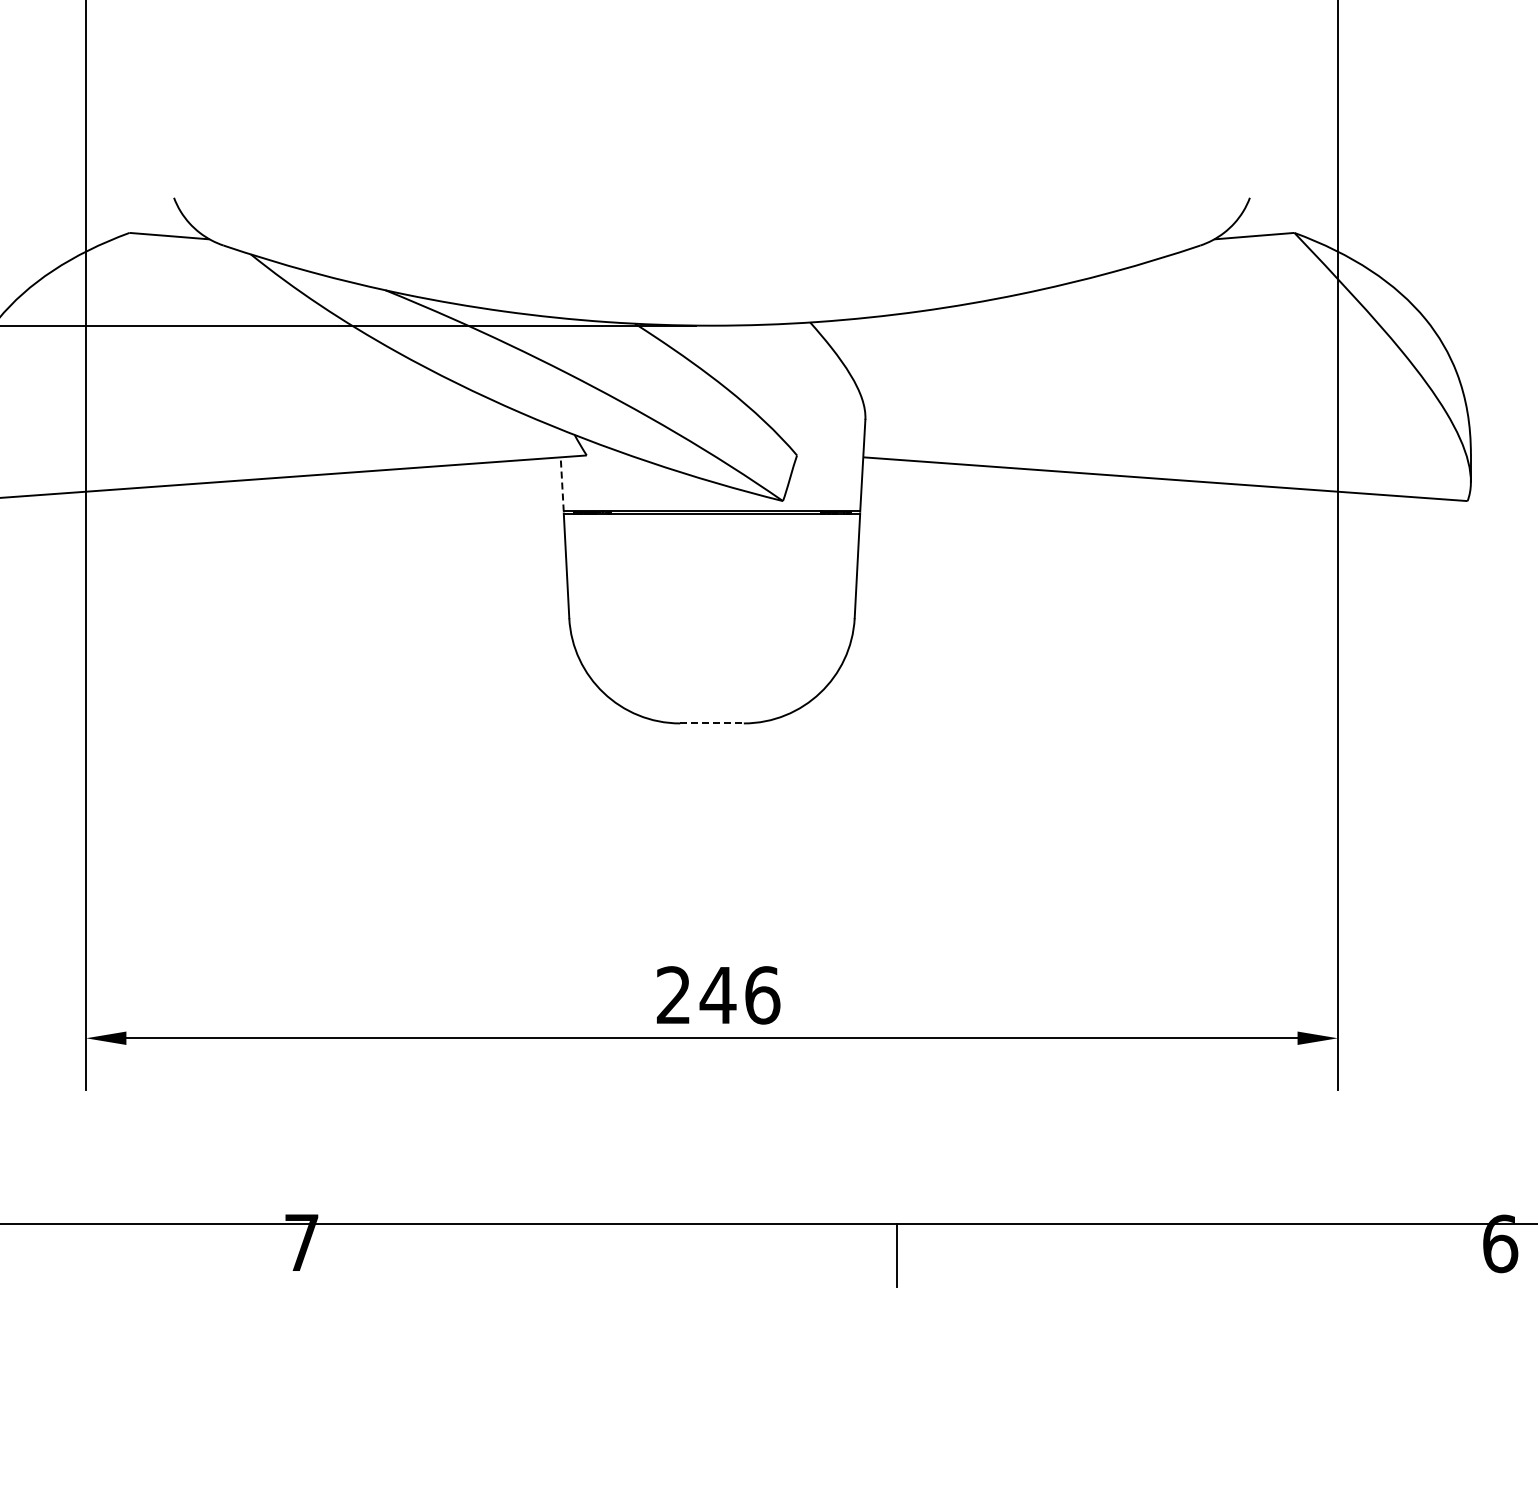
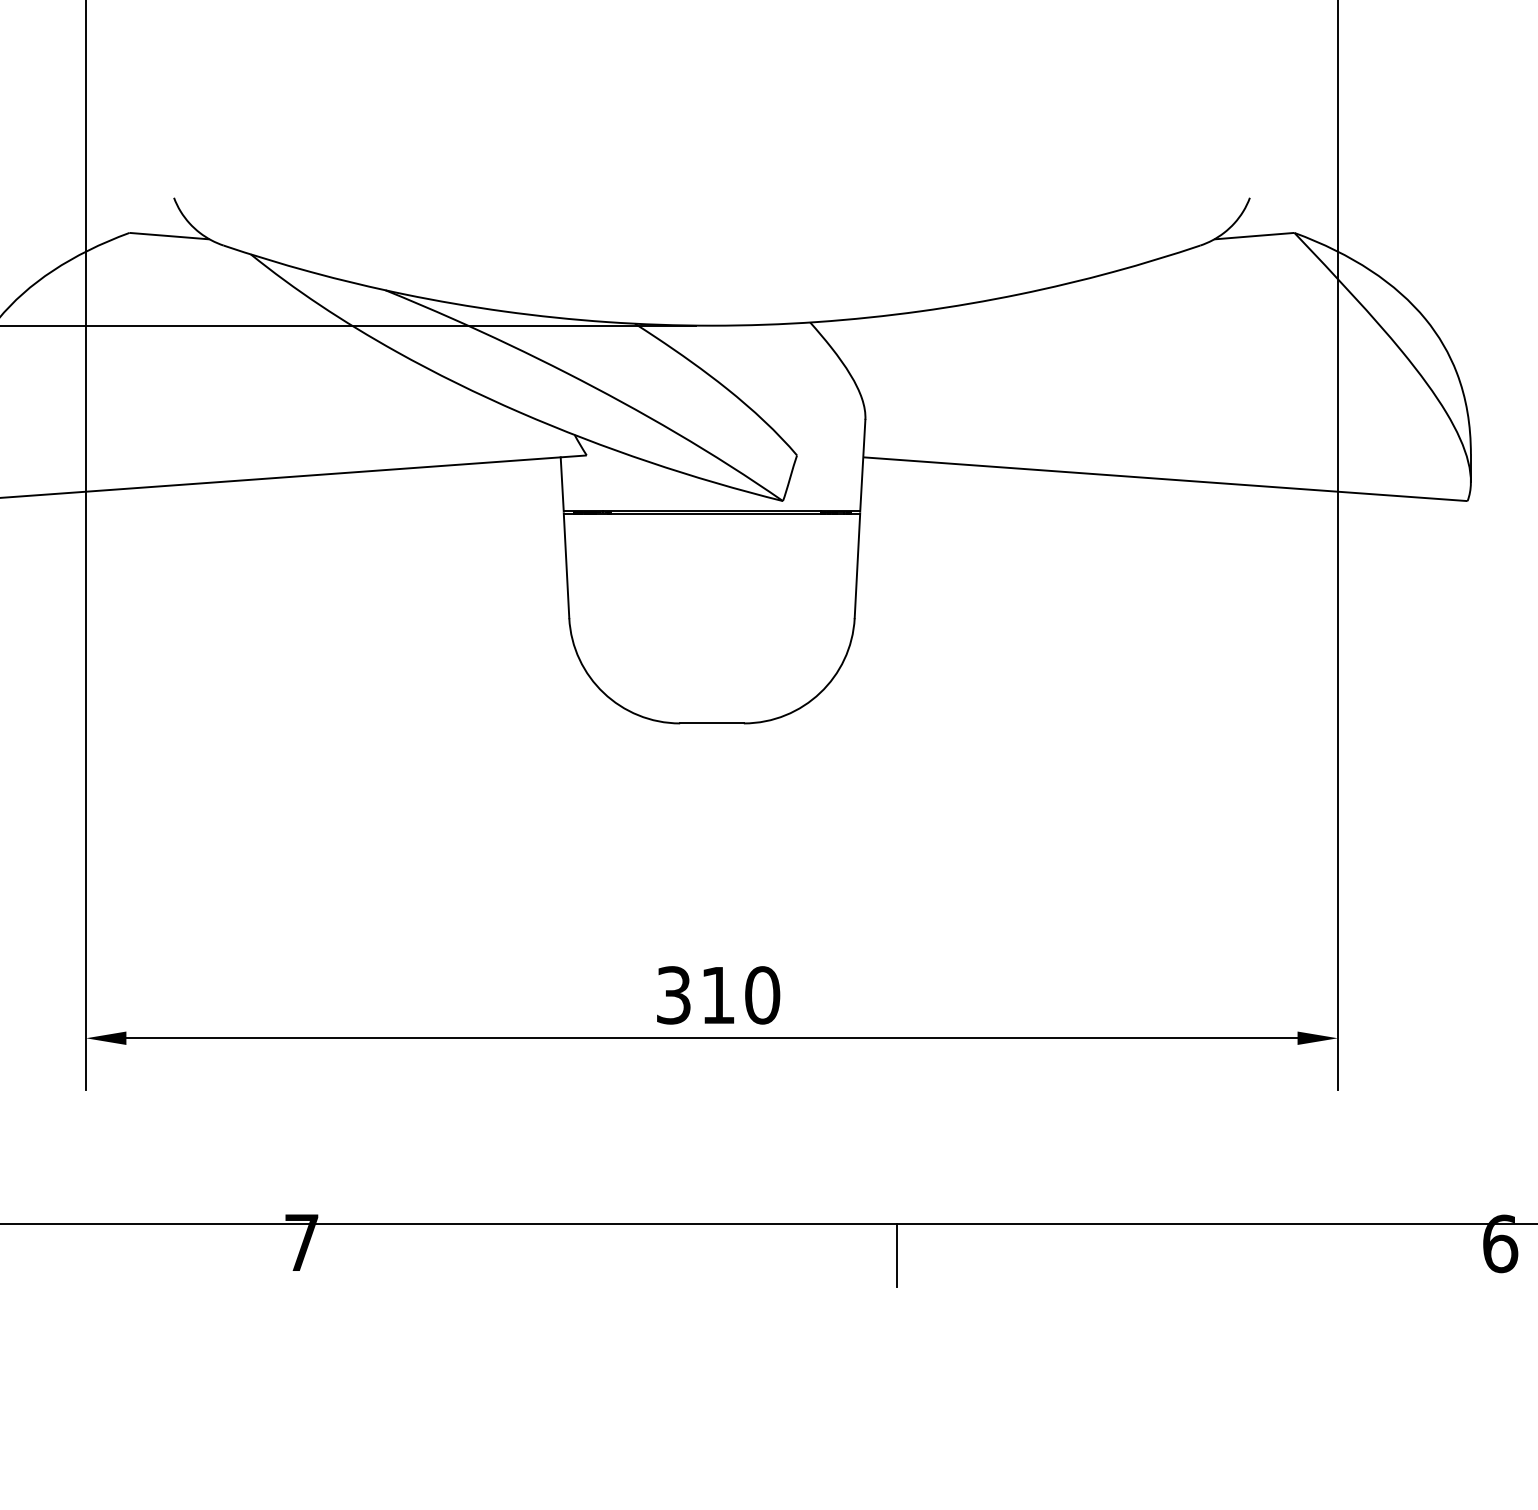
line at (562, 483): dashed -> solid
line at (711, 723): dashed -> solid
text at (718, 995): 246 -> 310
